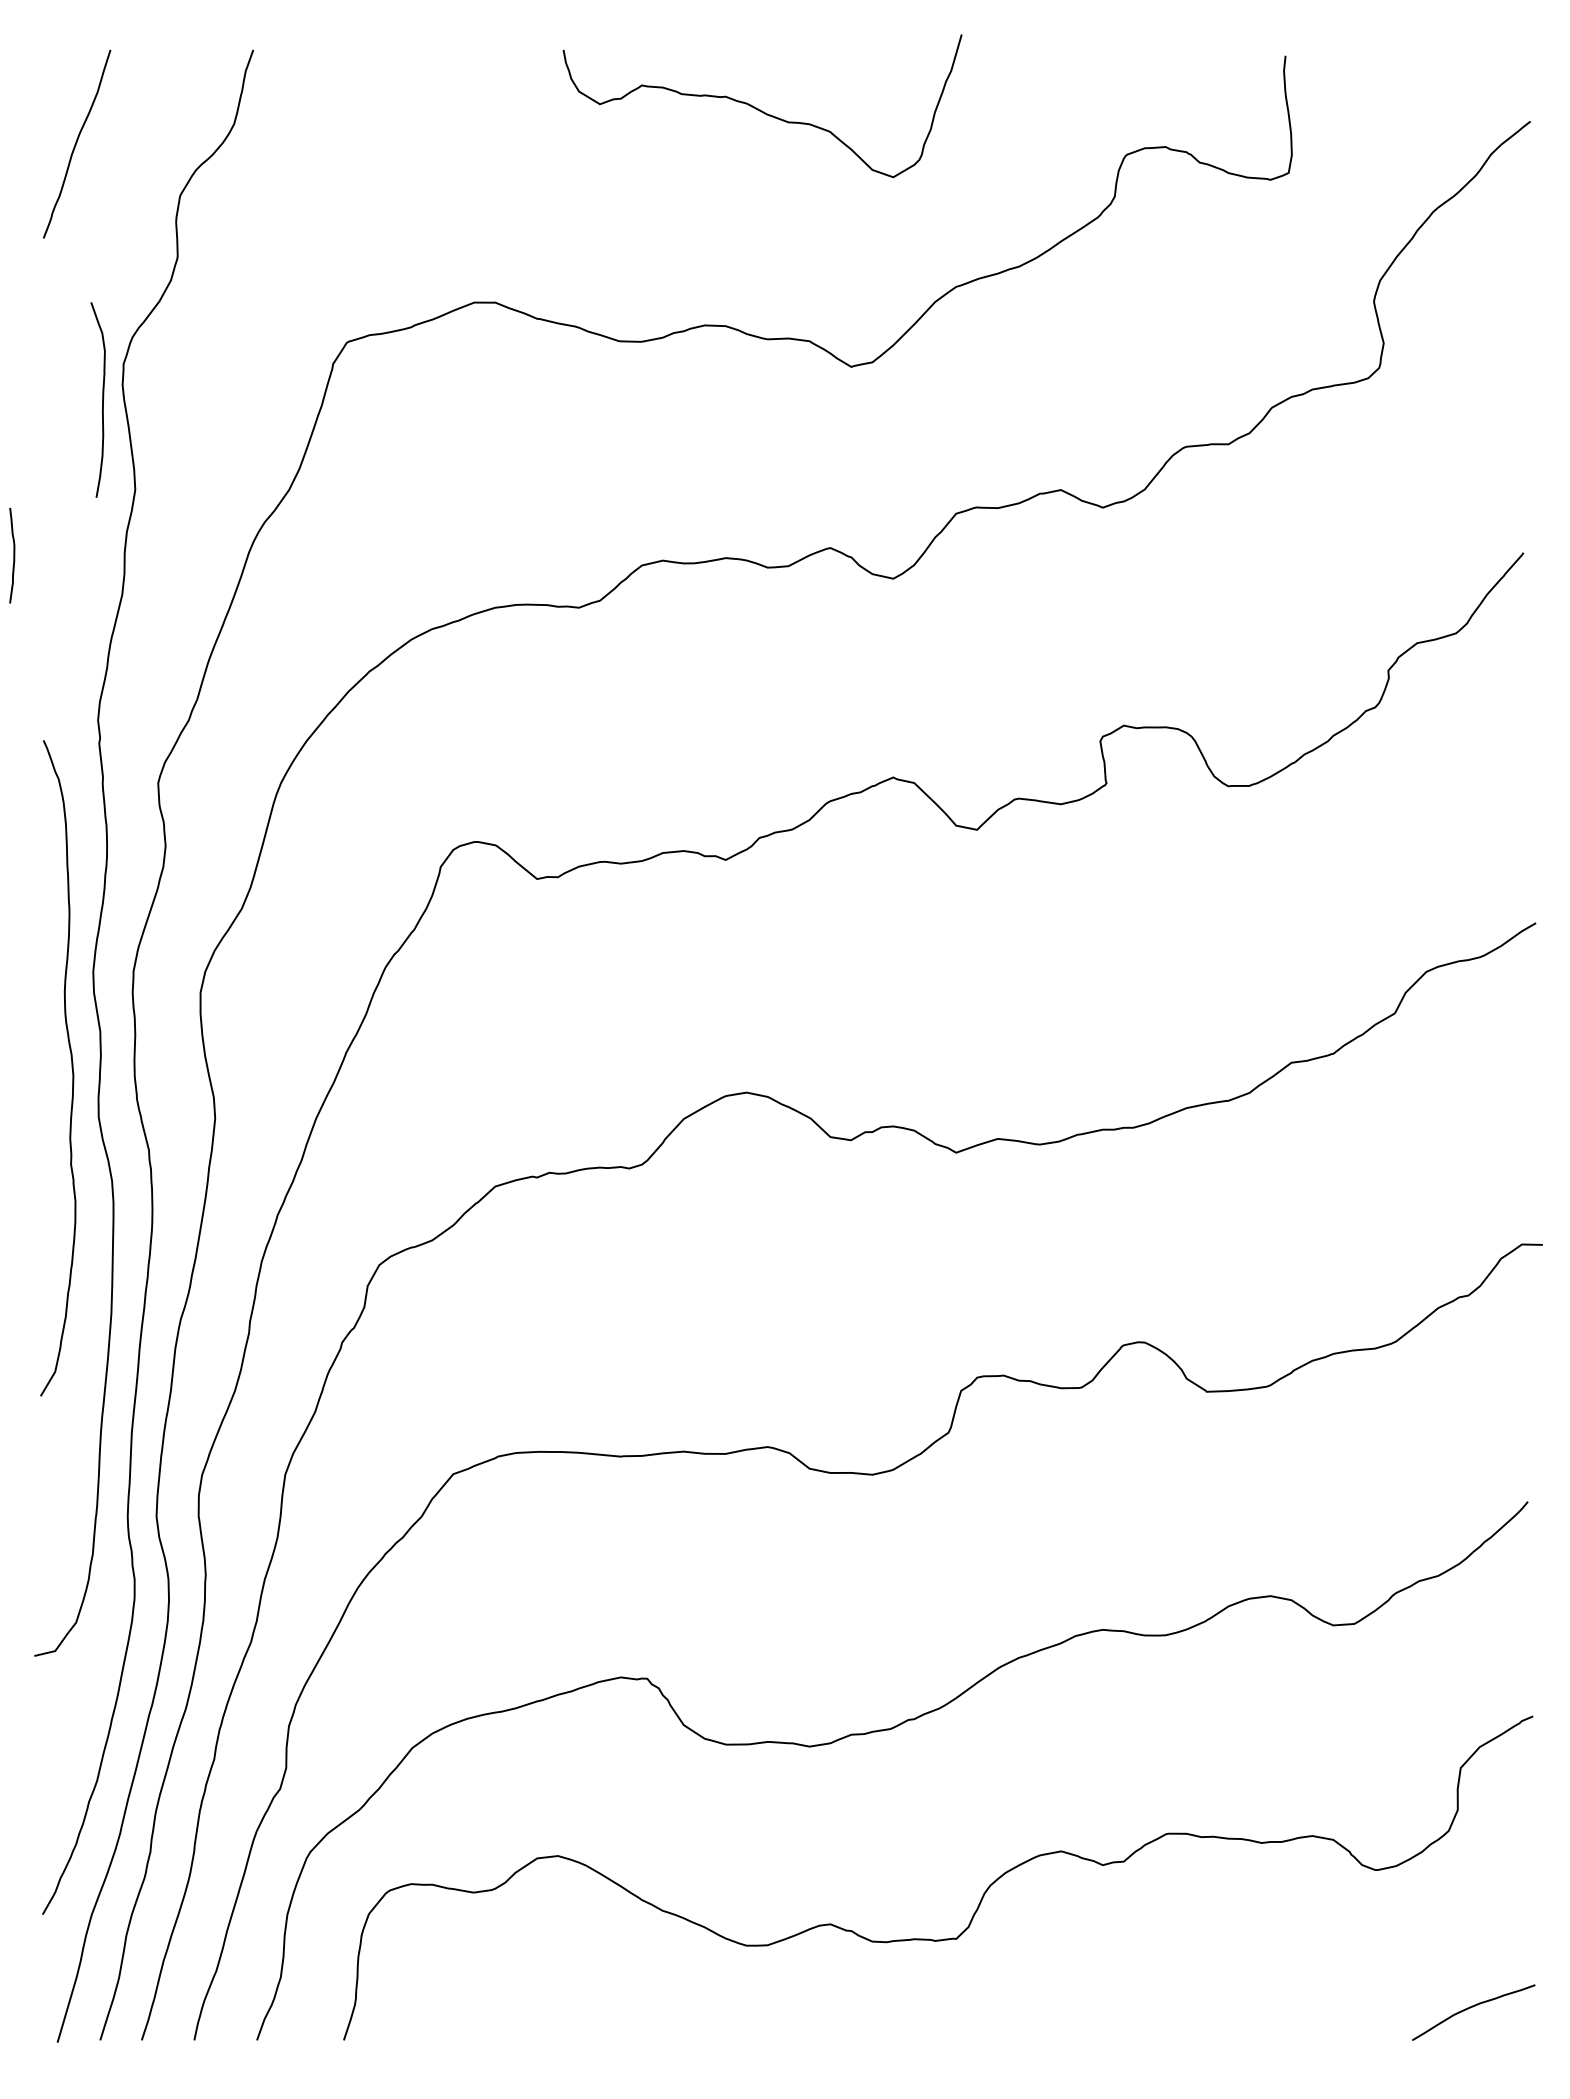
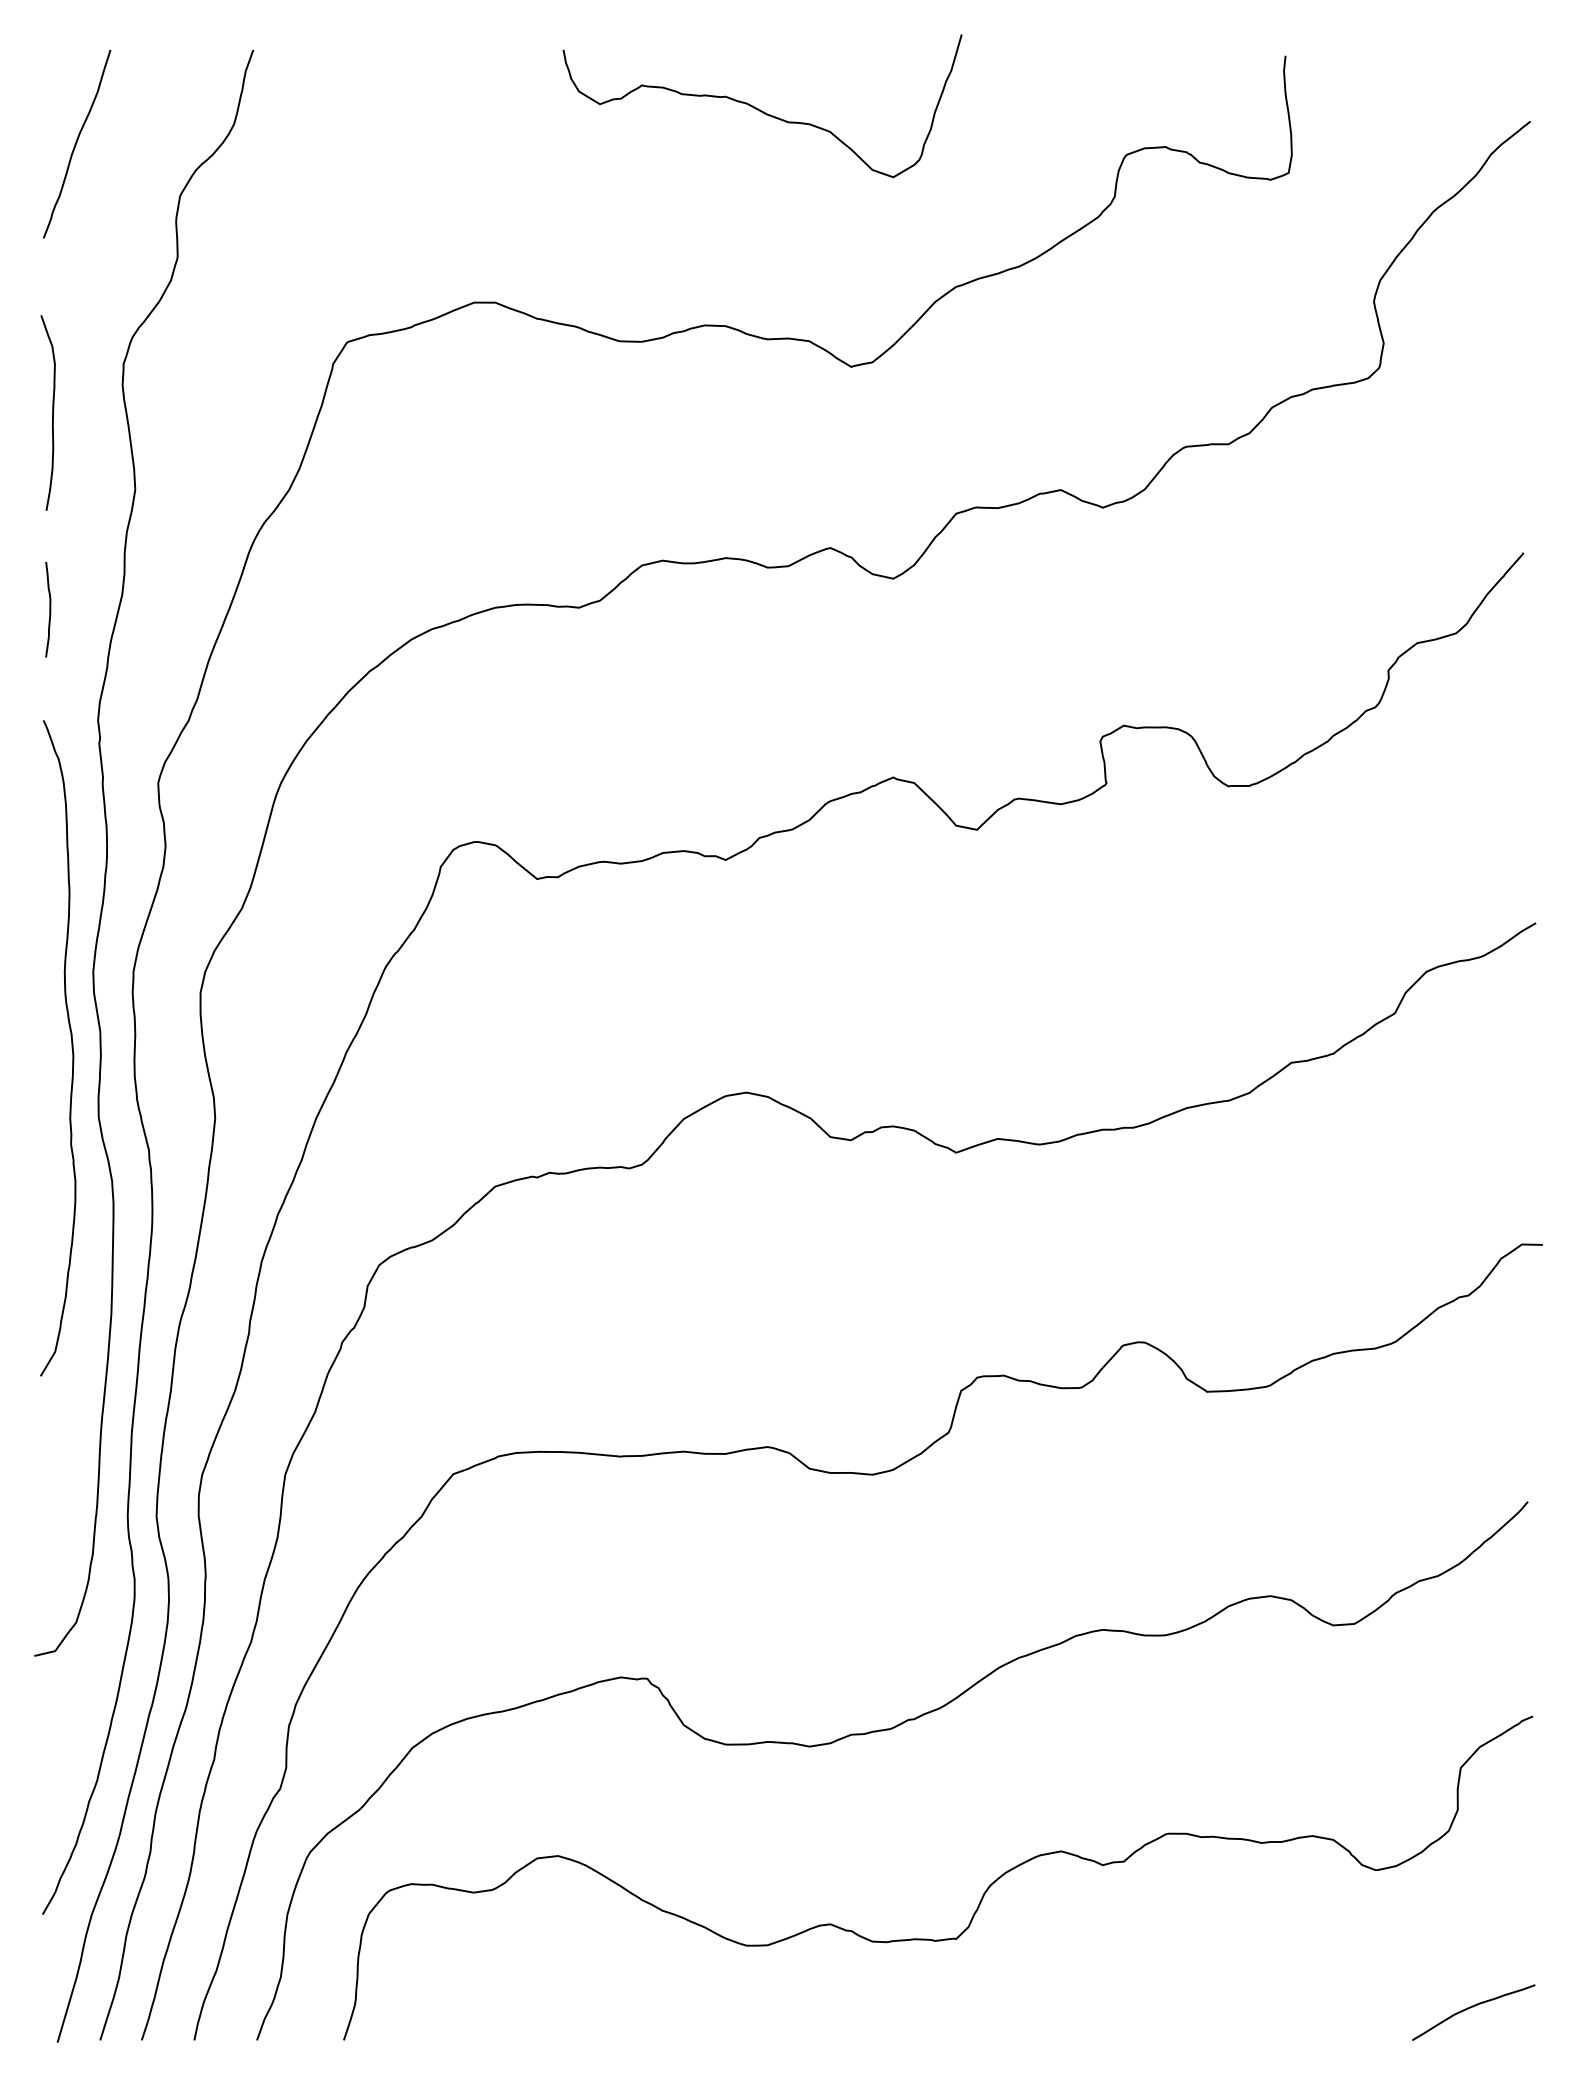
curve at (102, 399) position: (102, 399) -> (52, 412)
curve at (13, 555) position: (13, 555) -> (49, 609)
curve at (71, 1068) position: (71, 1068) -> (71, 1048)
